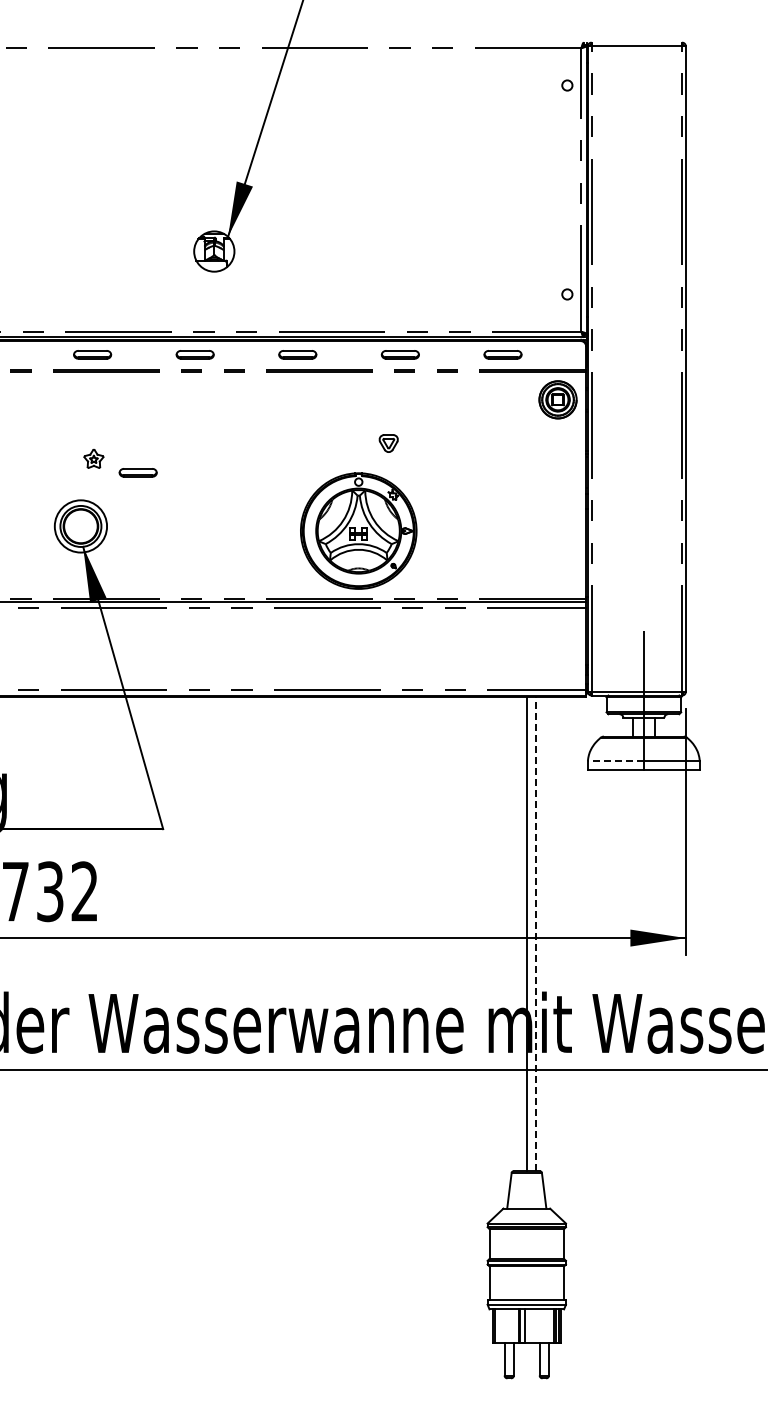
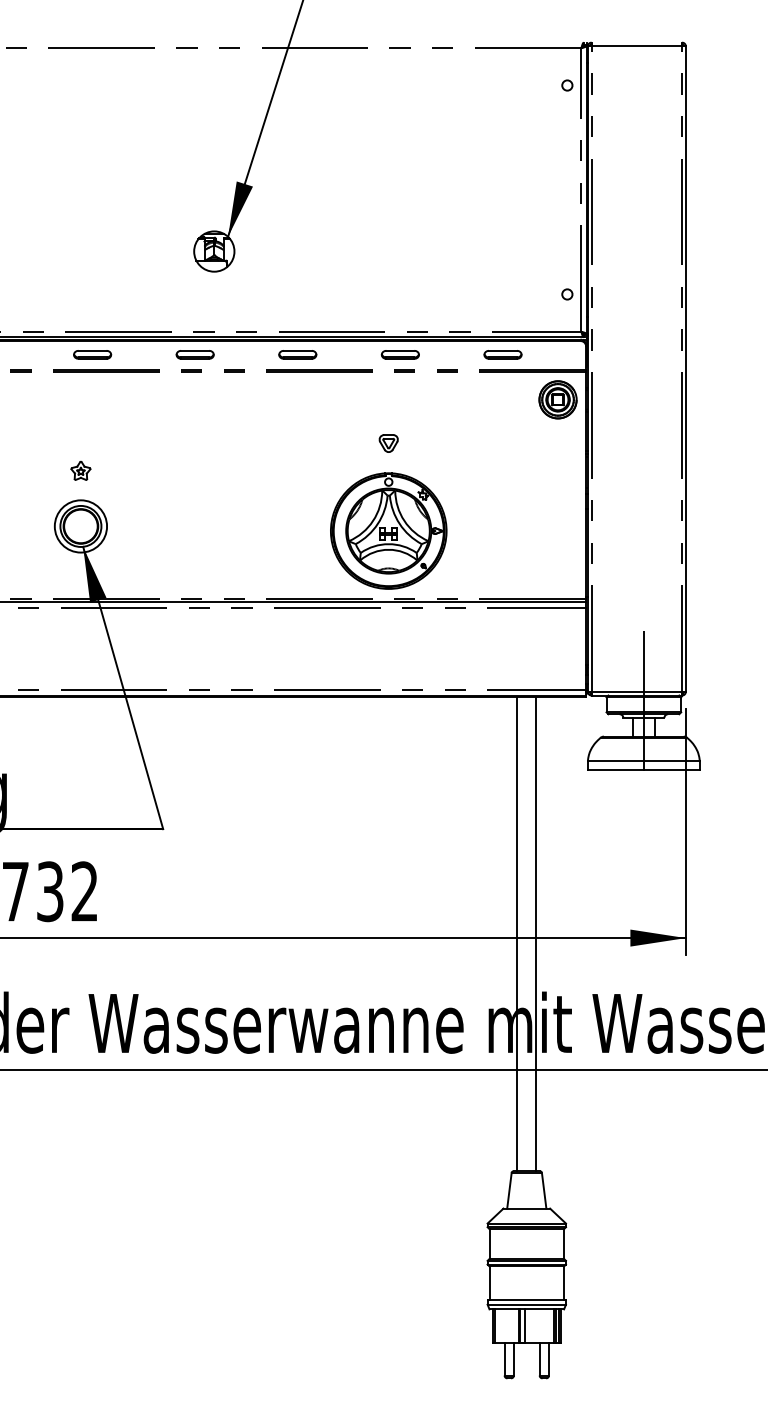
part at (93, 458) position: (93, 458) -> (80, 470)
part at (137, 472): present -> none
part at (358, 530) position: (358, 530) -> (388, 530)
line at (615, 760): dashed -> solid
line at (527, 933) position: (527, 933) -> (517, 933)
line at (536, 933): dashed -> solid
